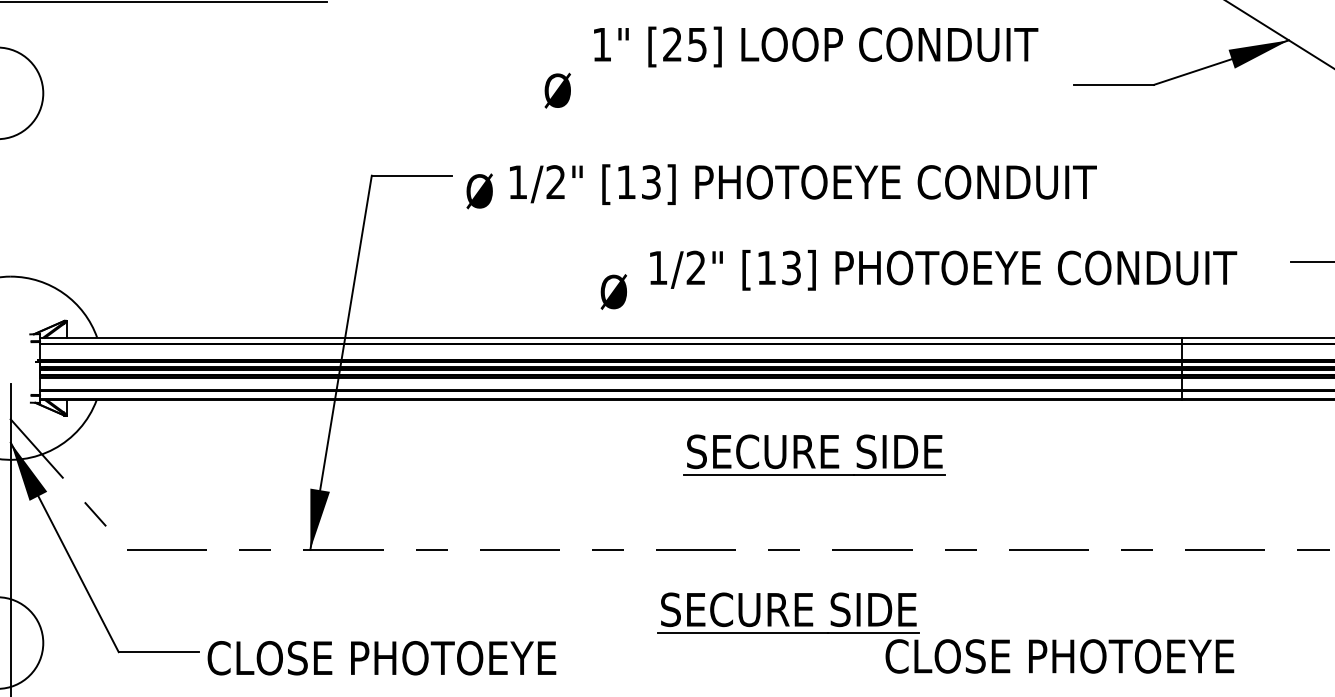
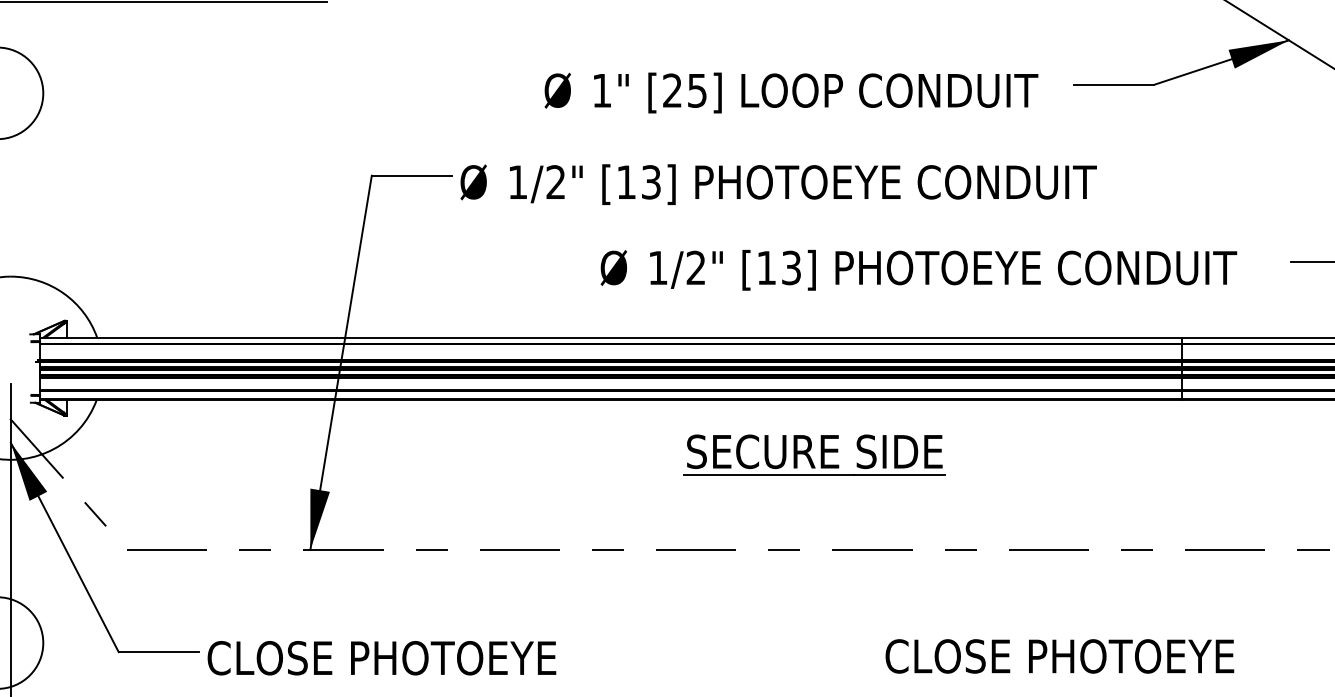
text at (816, 46) position: (816, 46) -> (816, 92)
text at (479, 191) position: (479, 191) -> (473, 182)
text at (613, 291) position: (613, 291) -> (613, 267)
part at (788, 612): present -> none
